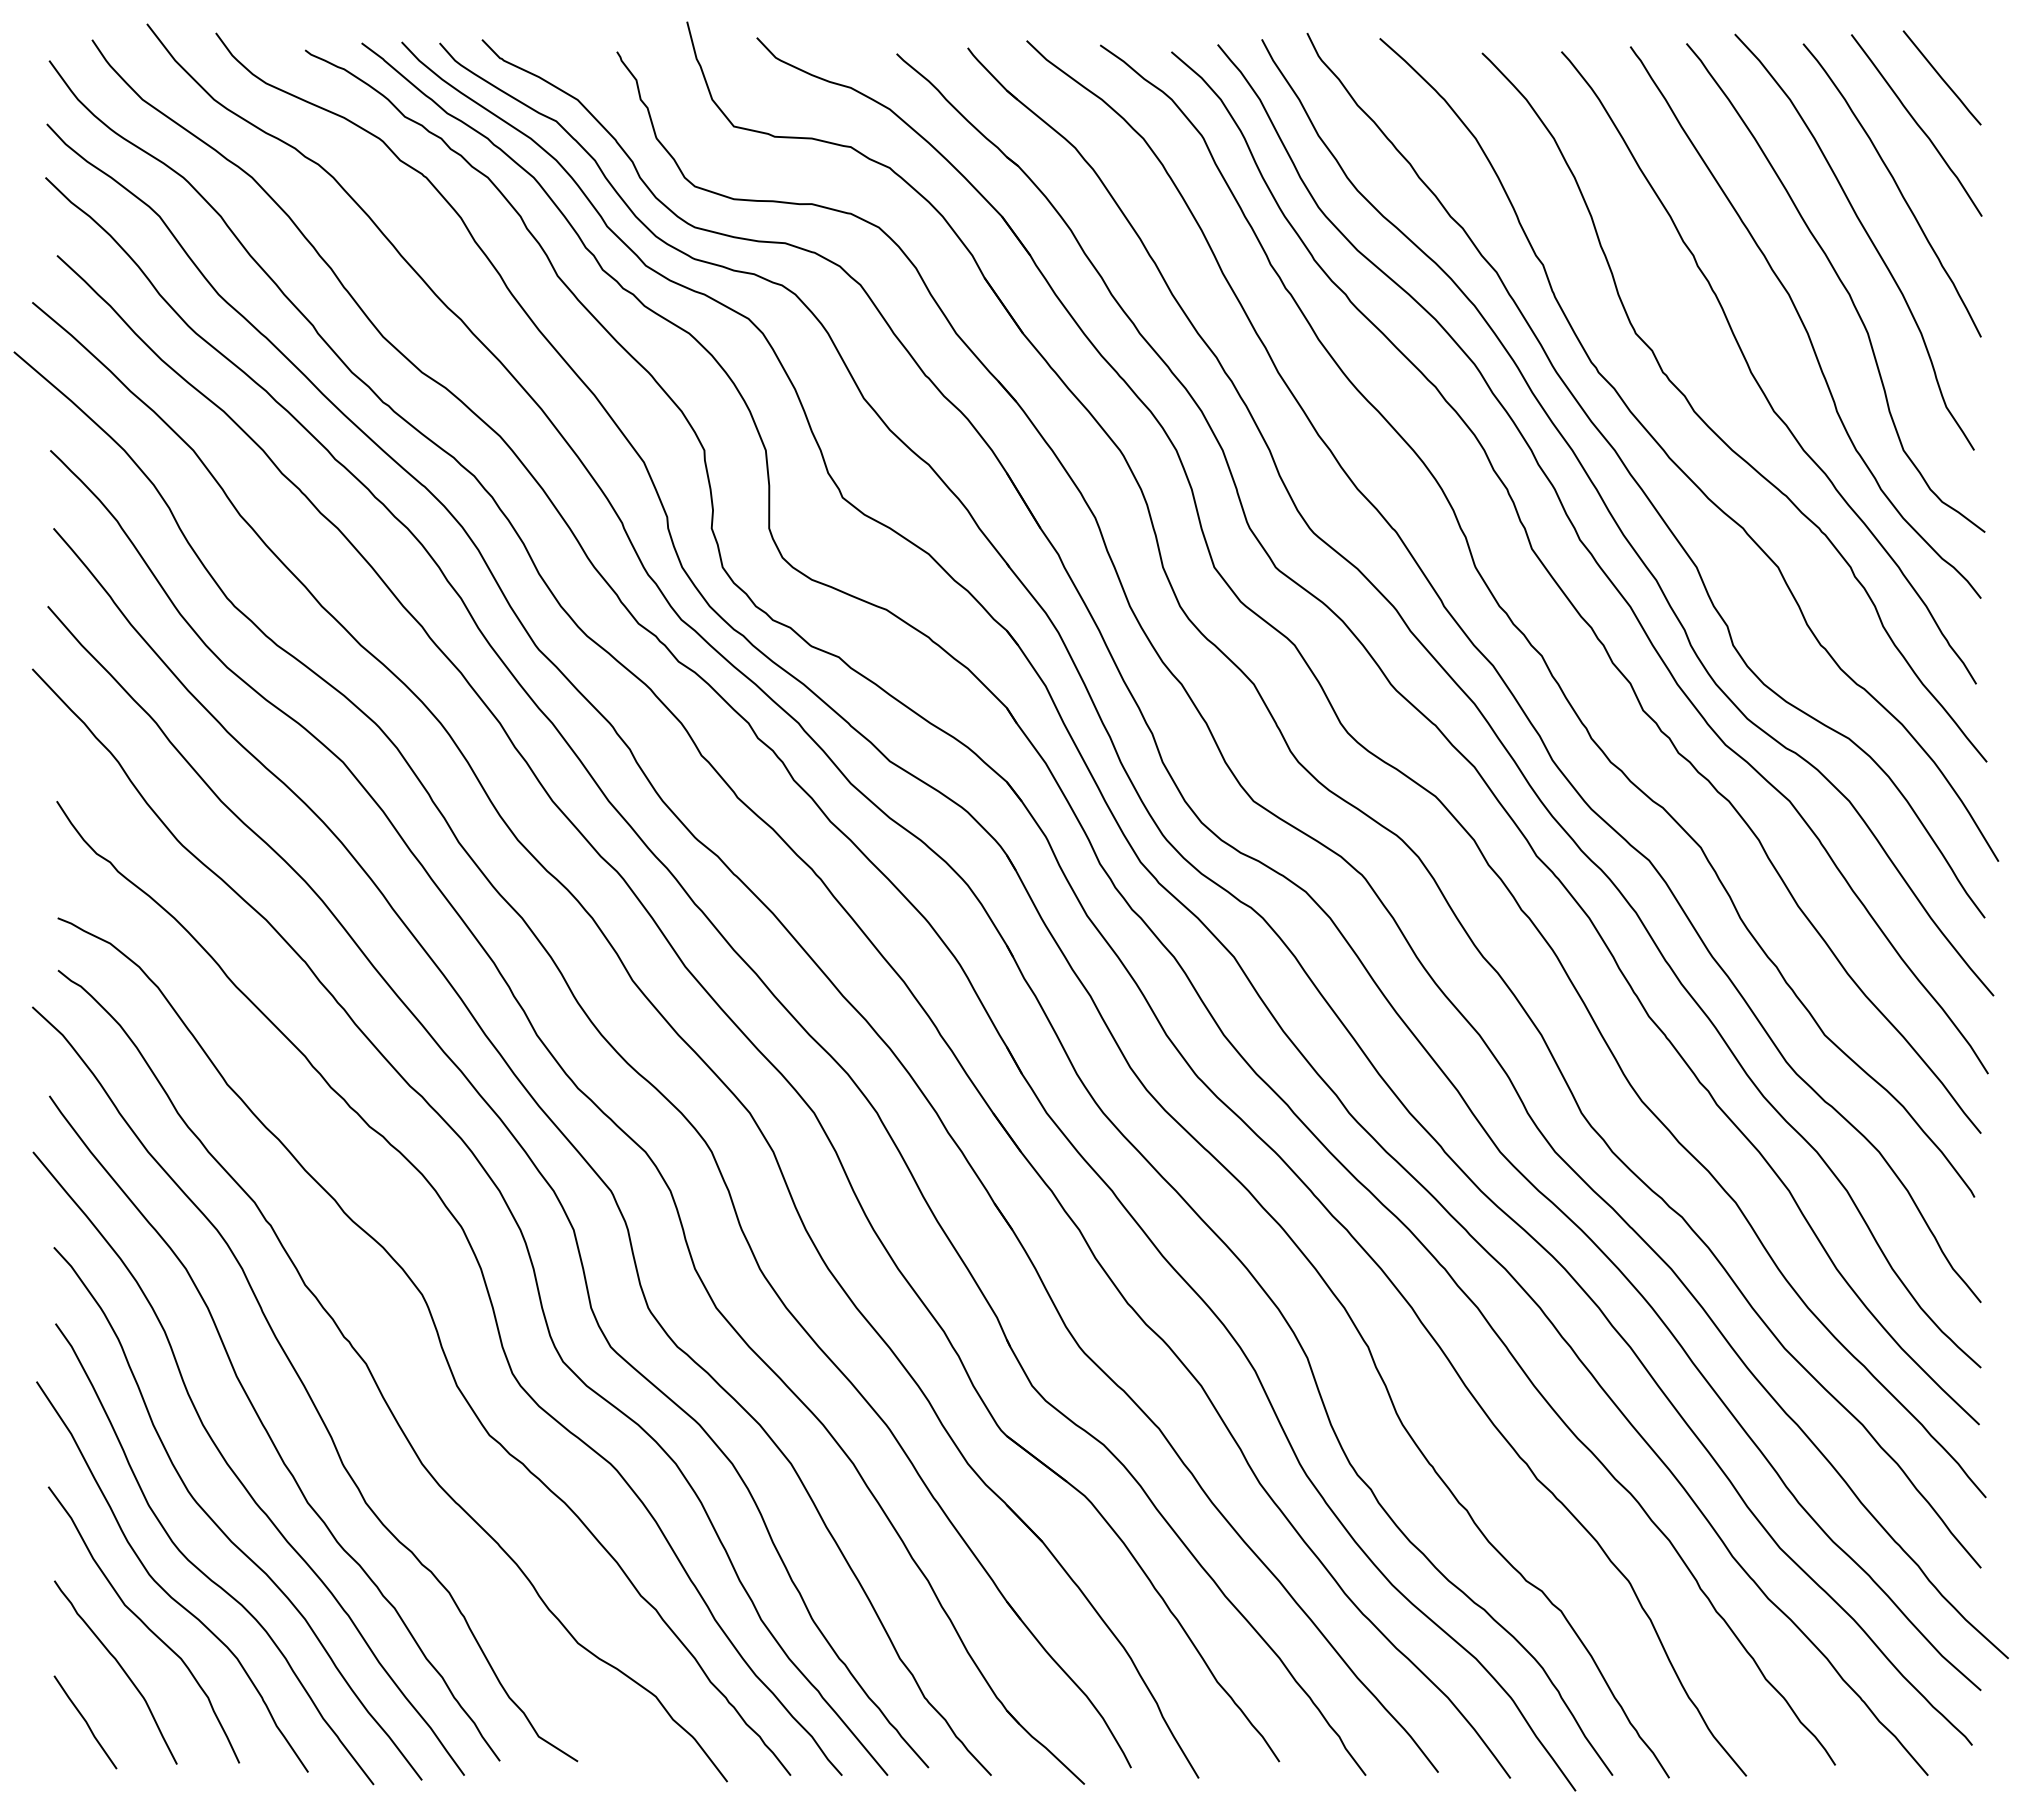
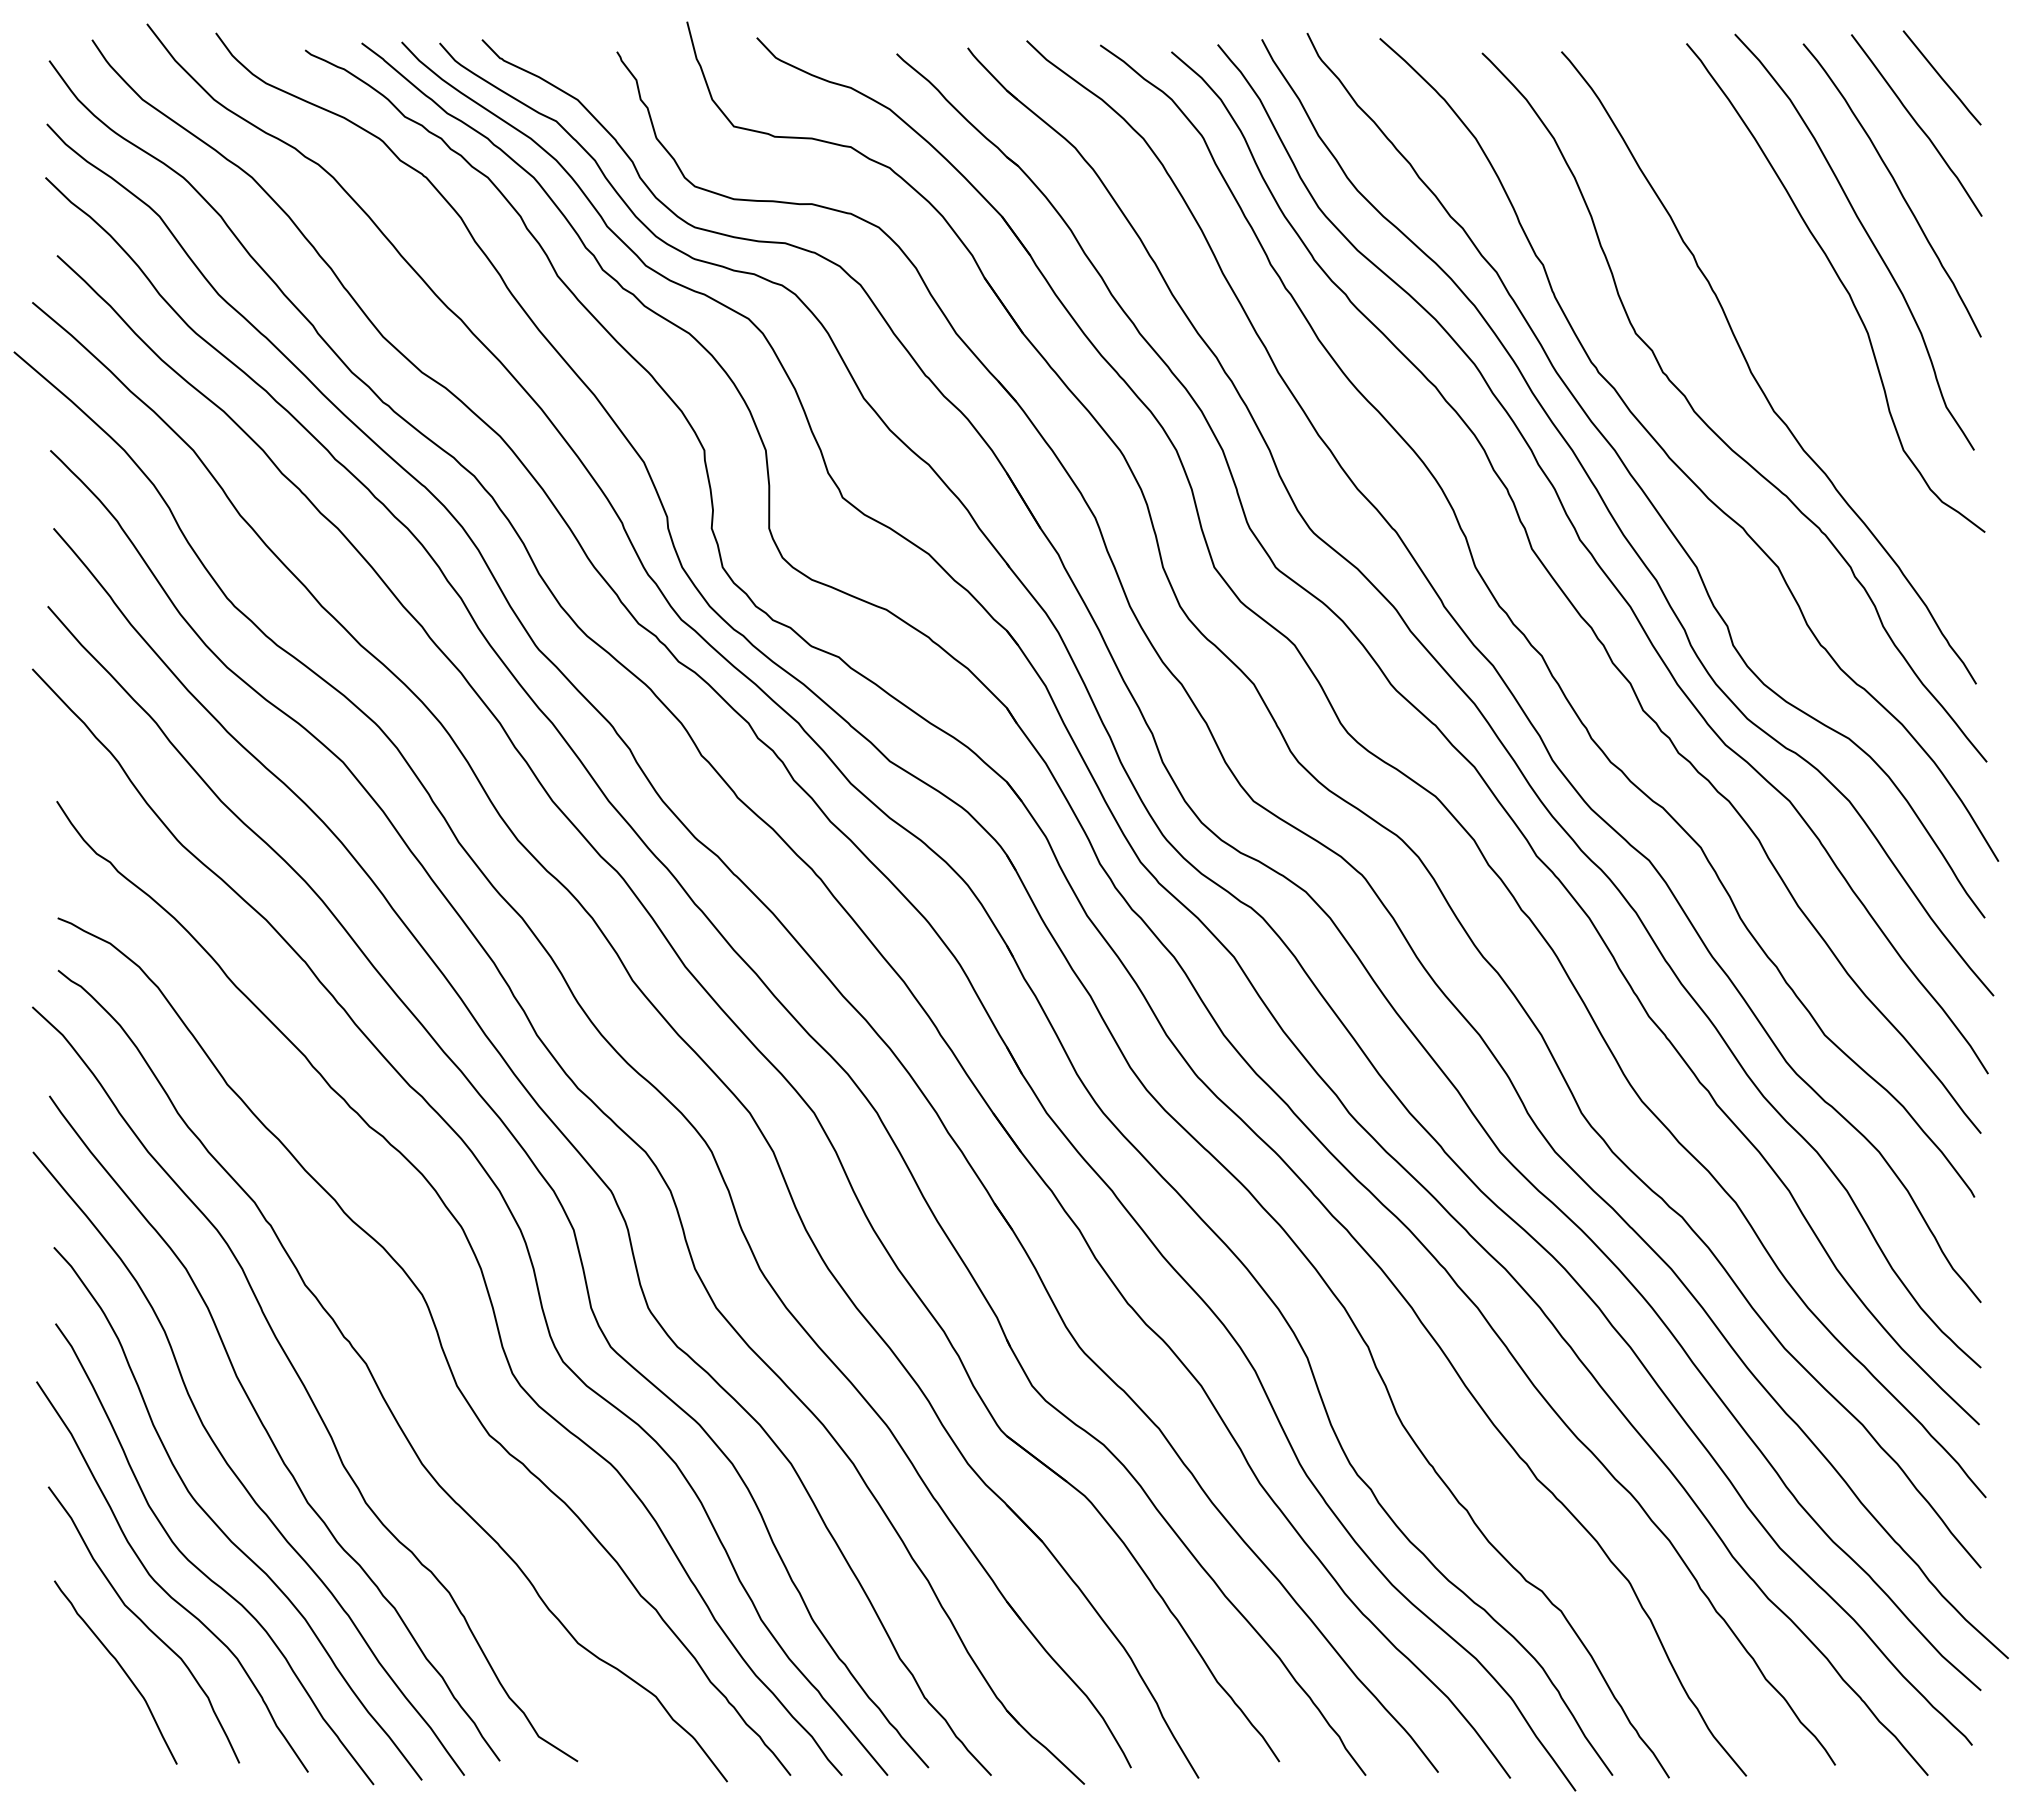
curve at (1803, 322): present -> none
line at (85, 1722): present -> none
